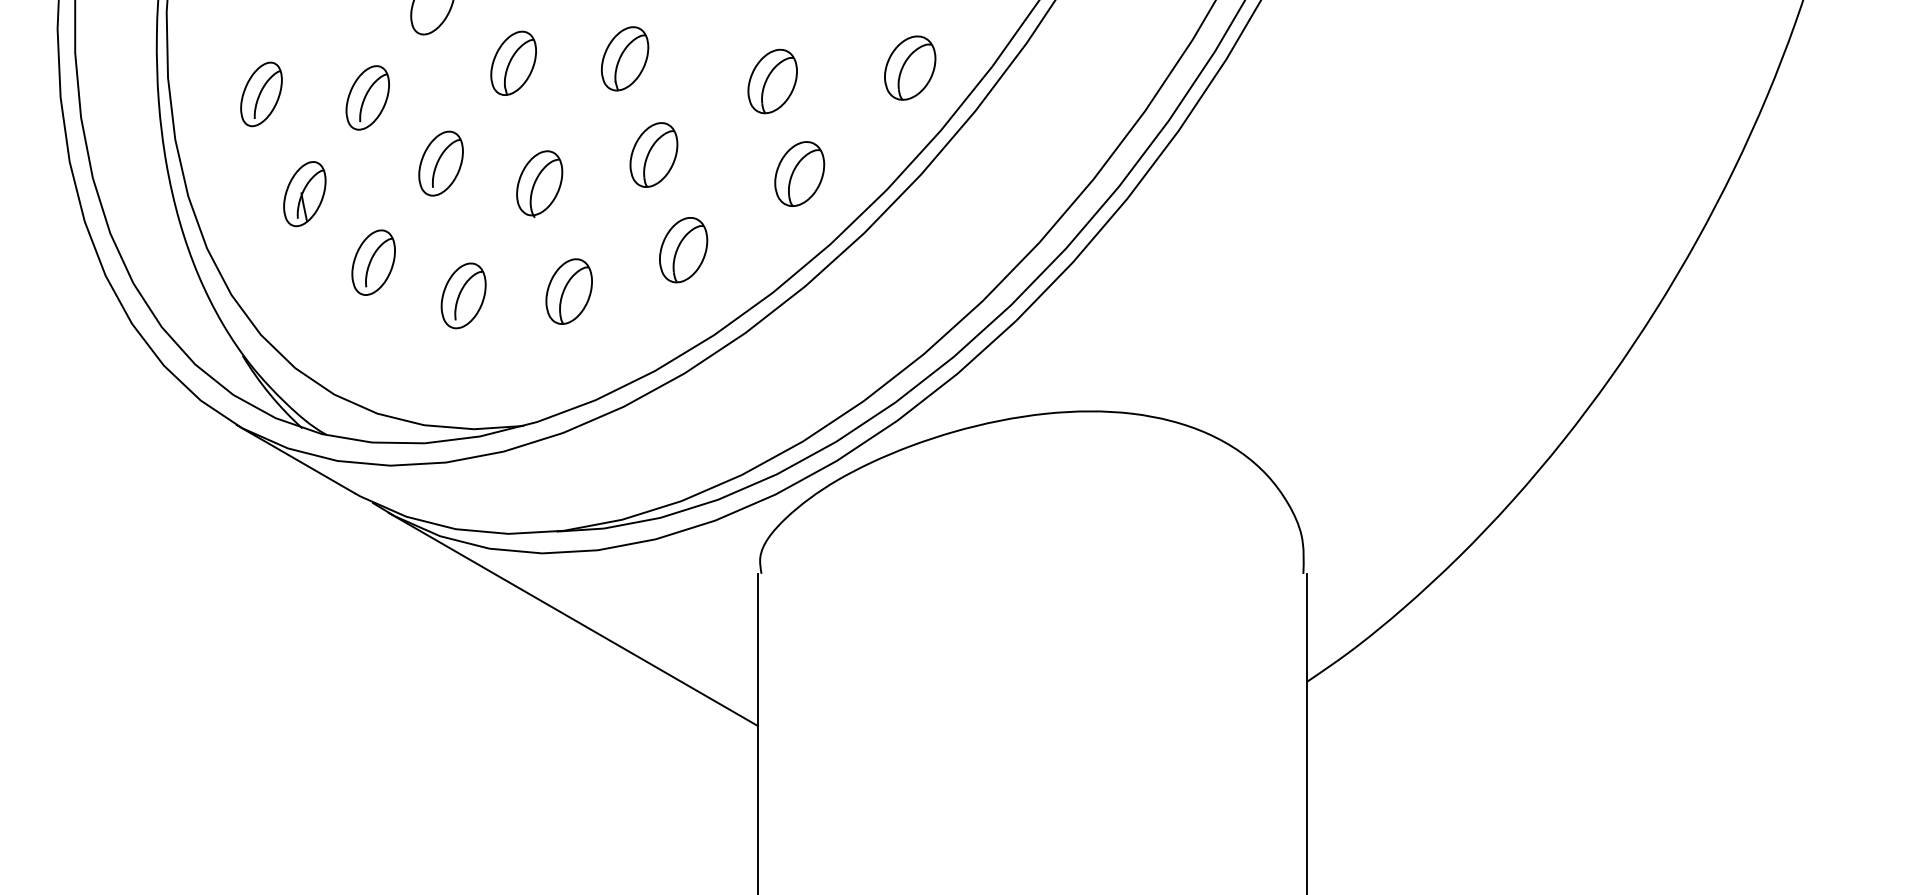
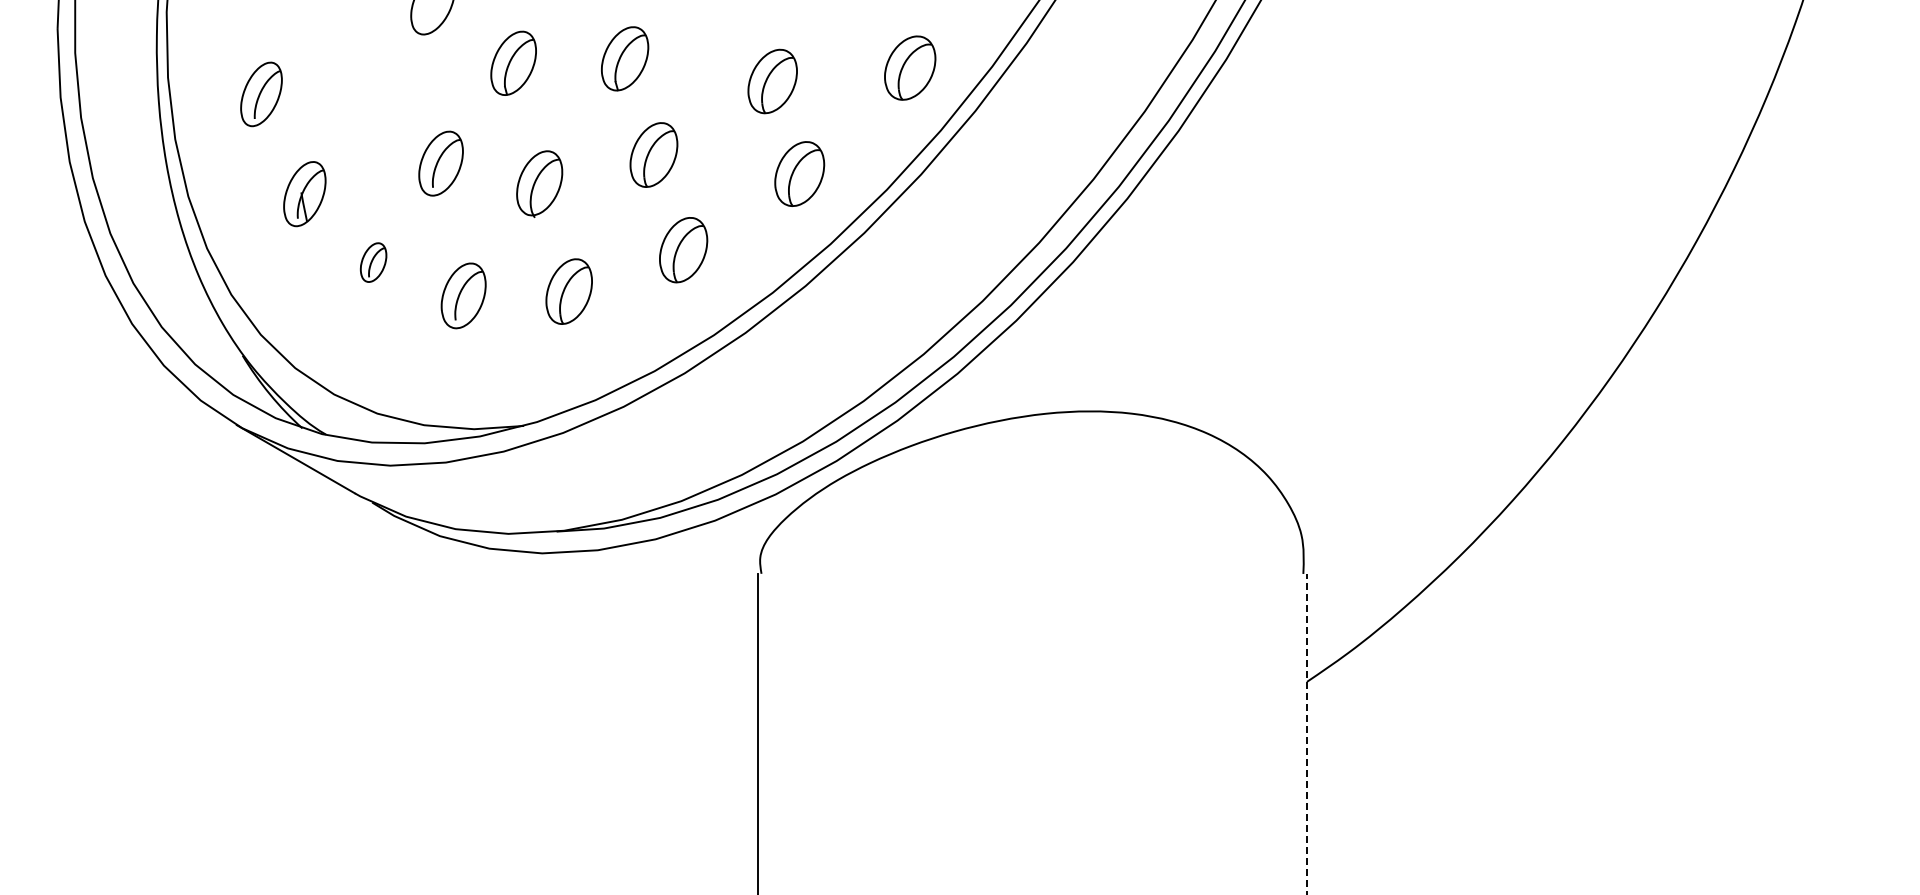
part at (367, 97): present -> none
part at (373, 262) size: 45x67 px -> 29x41 px
line at (572, 618): present -> none
line at (1306, 733): solid -> dashed
